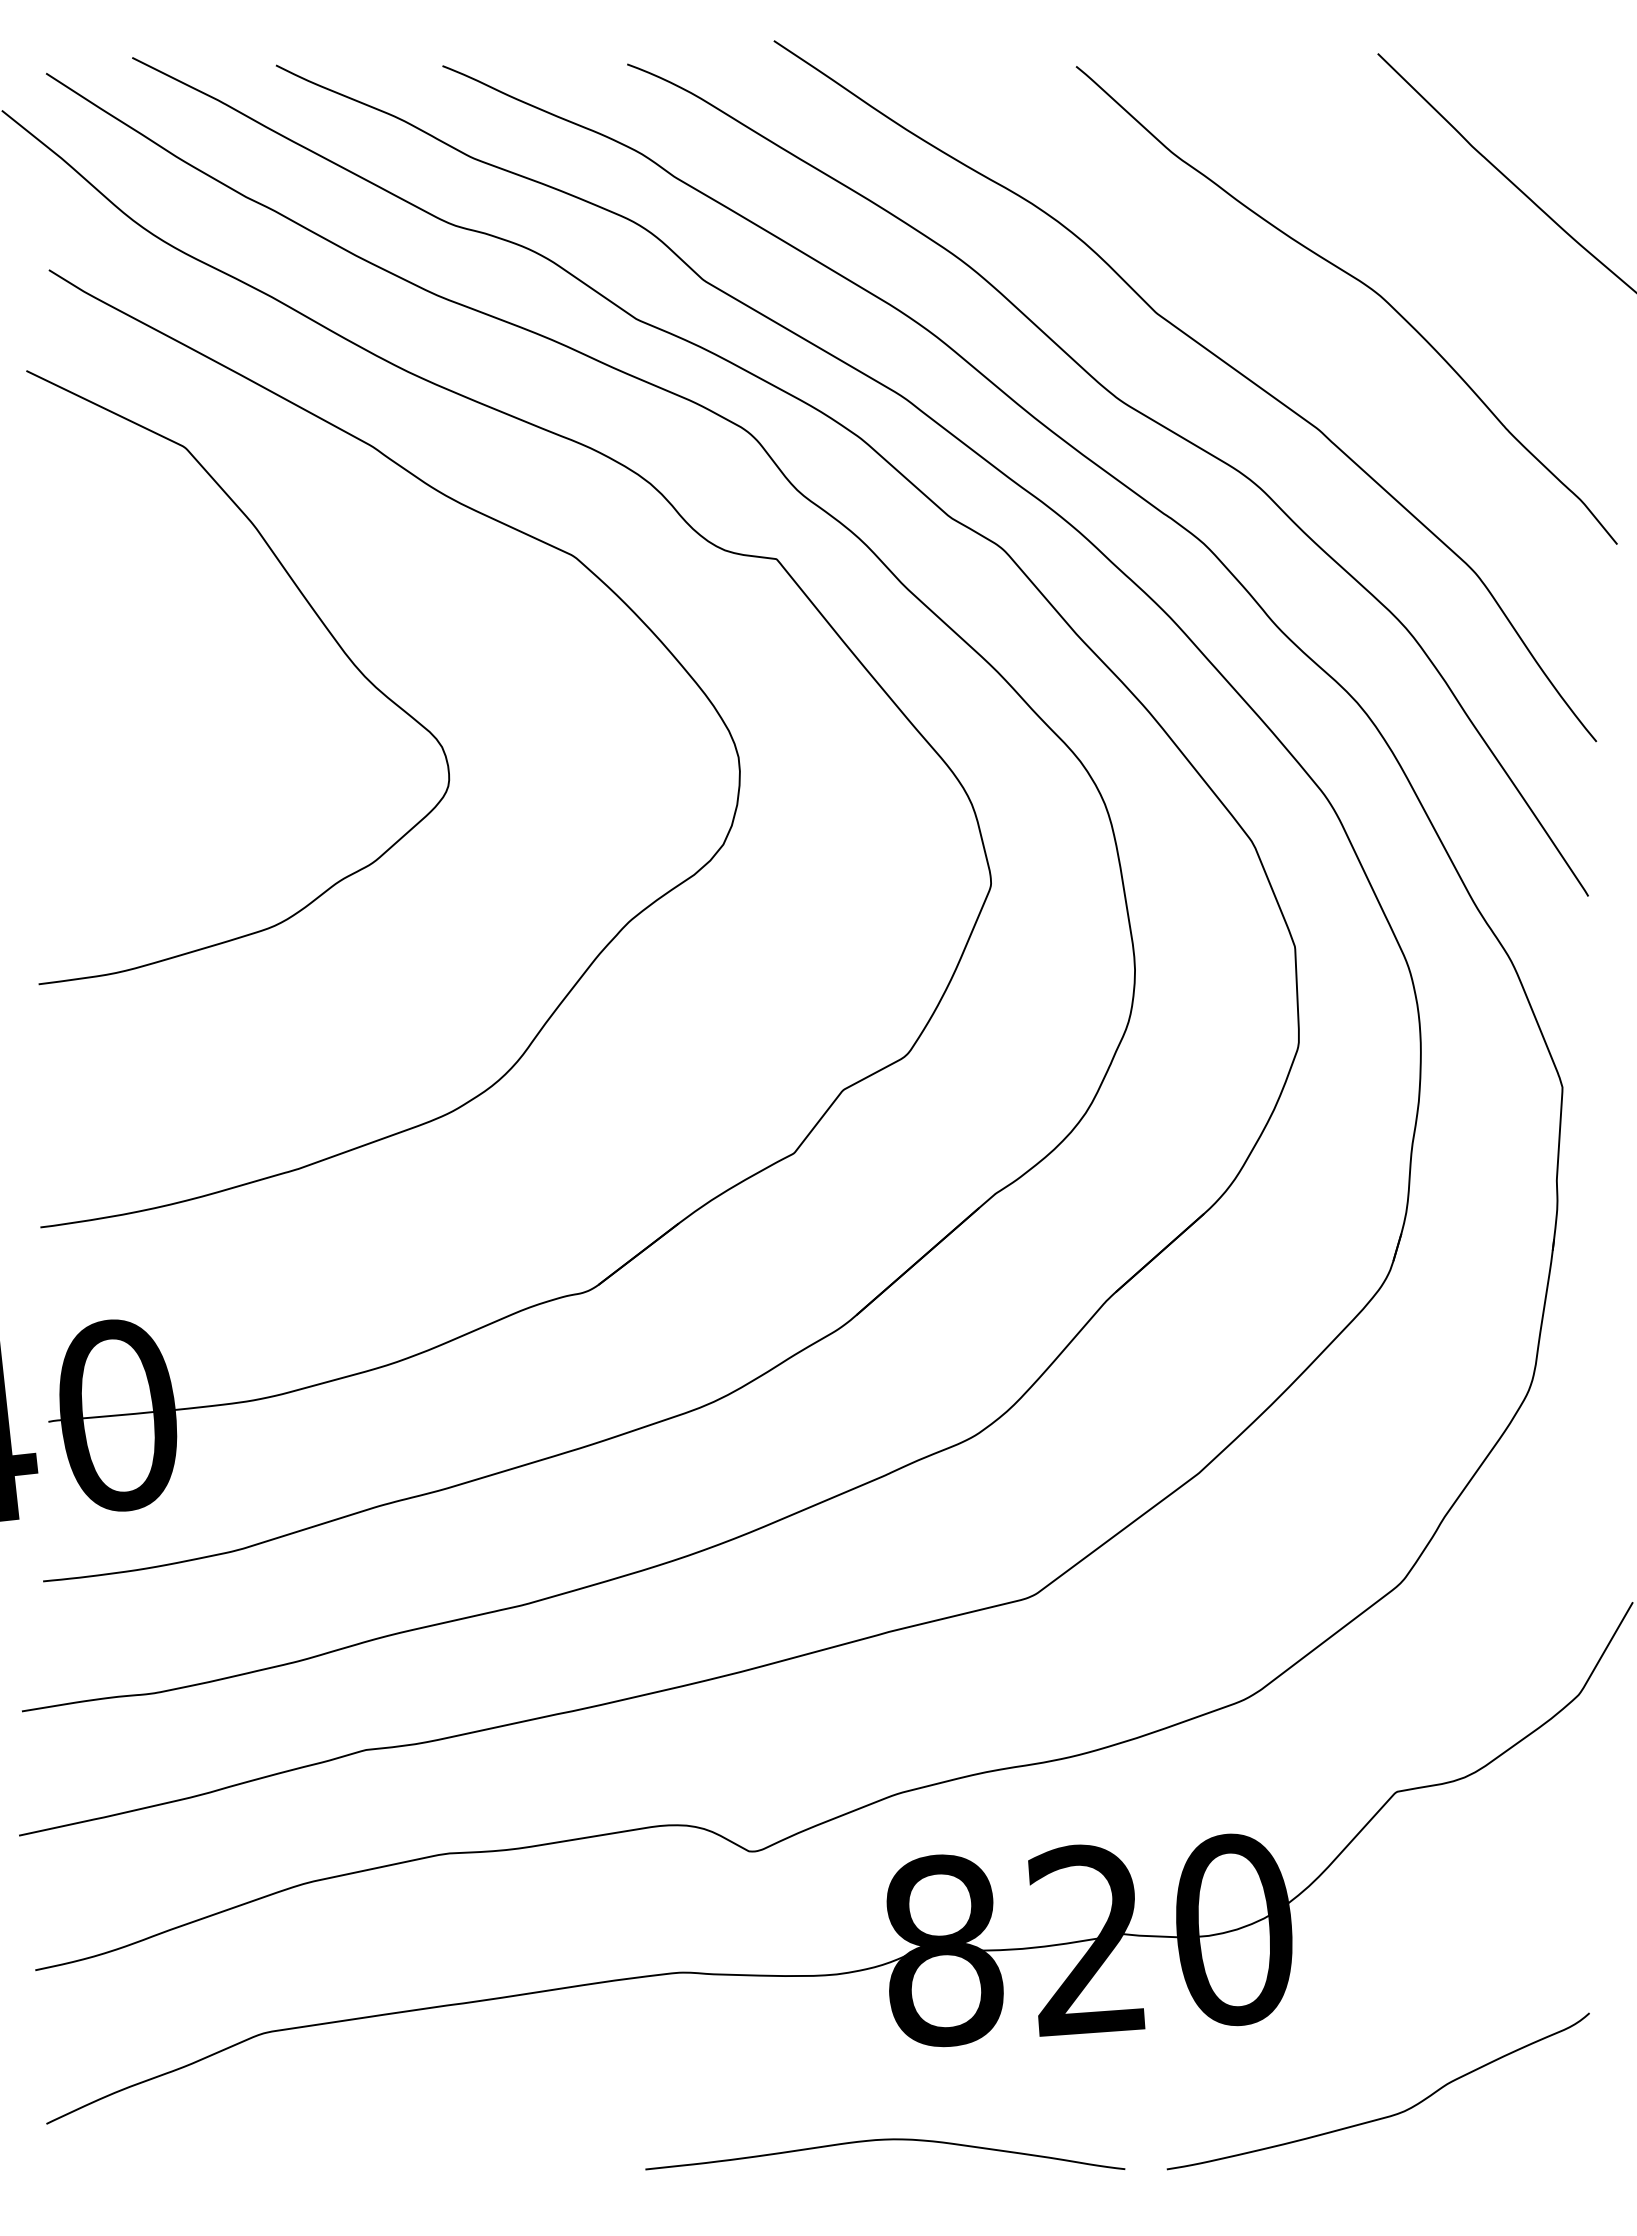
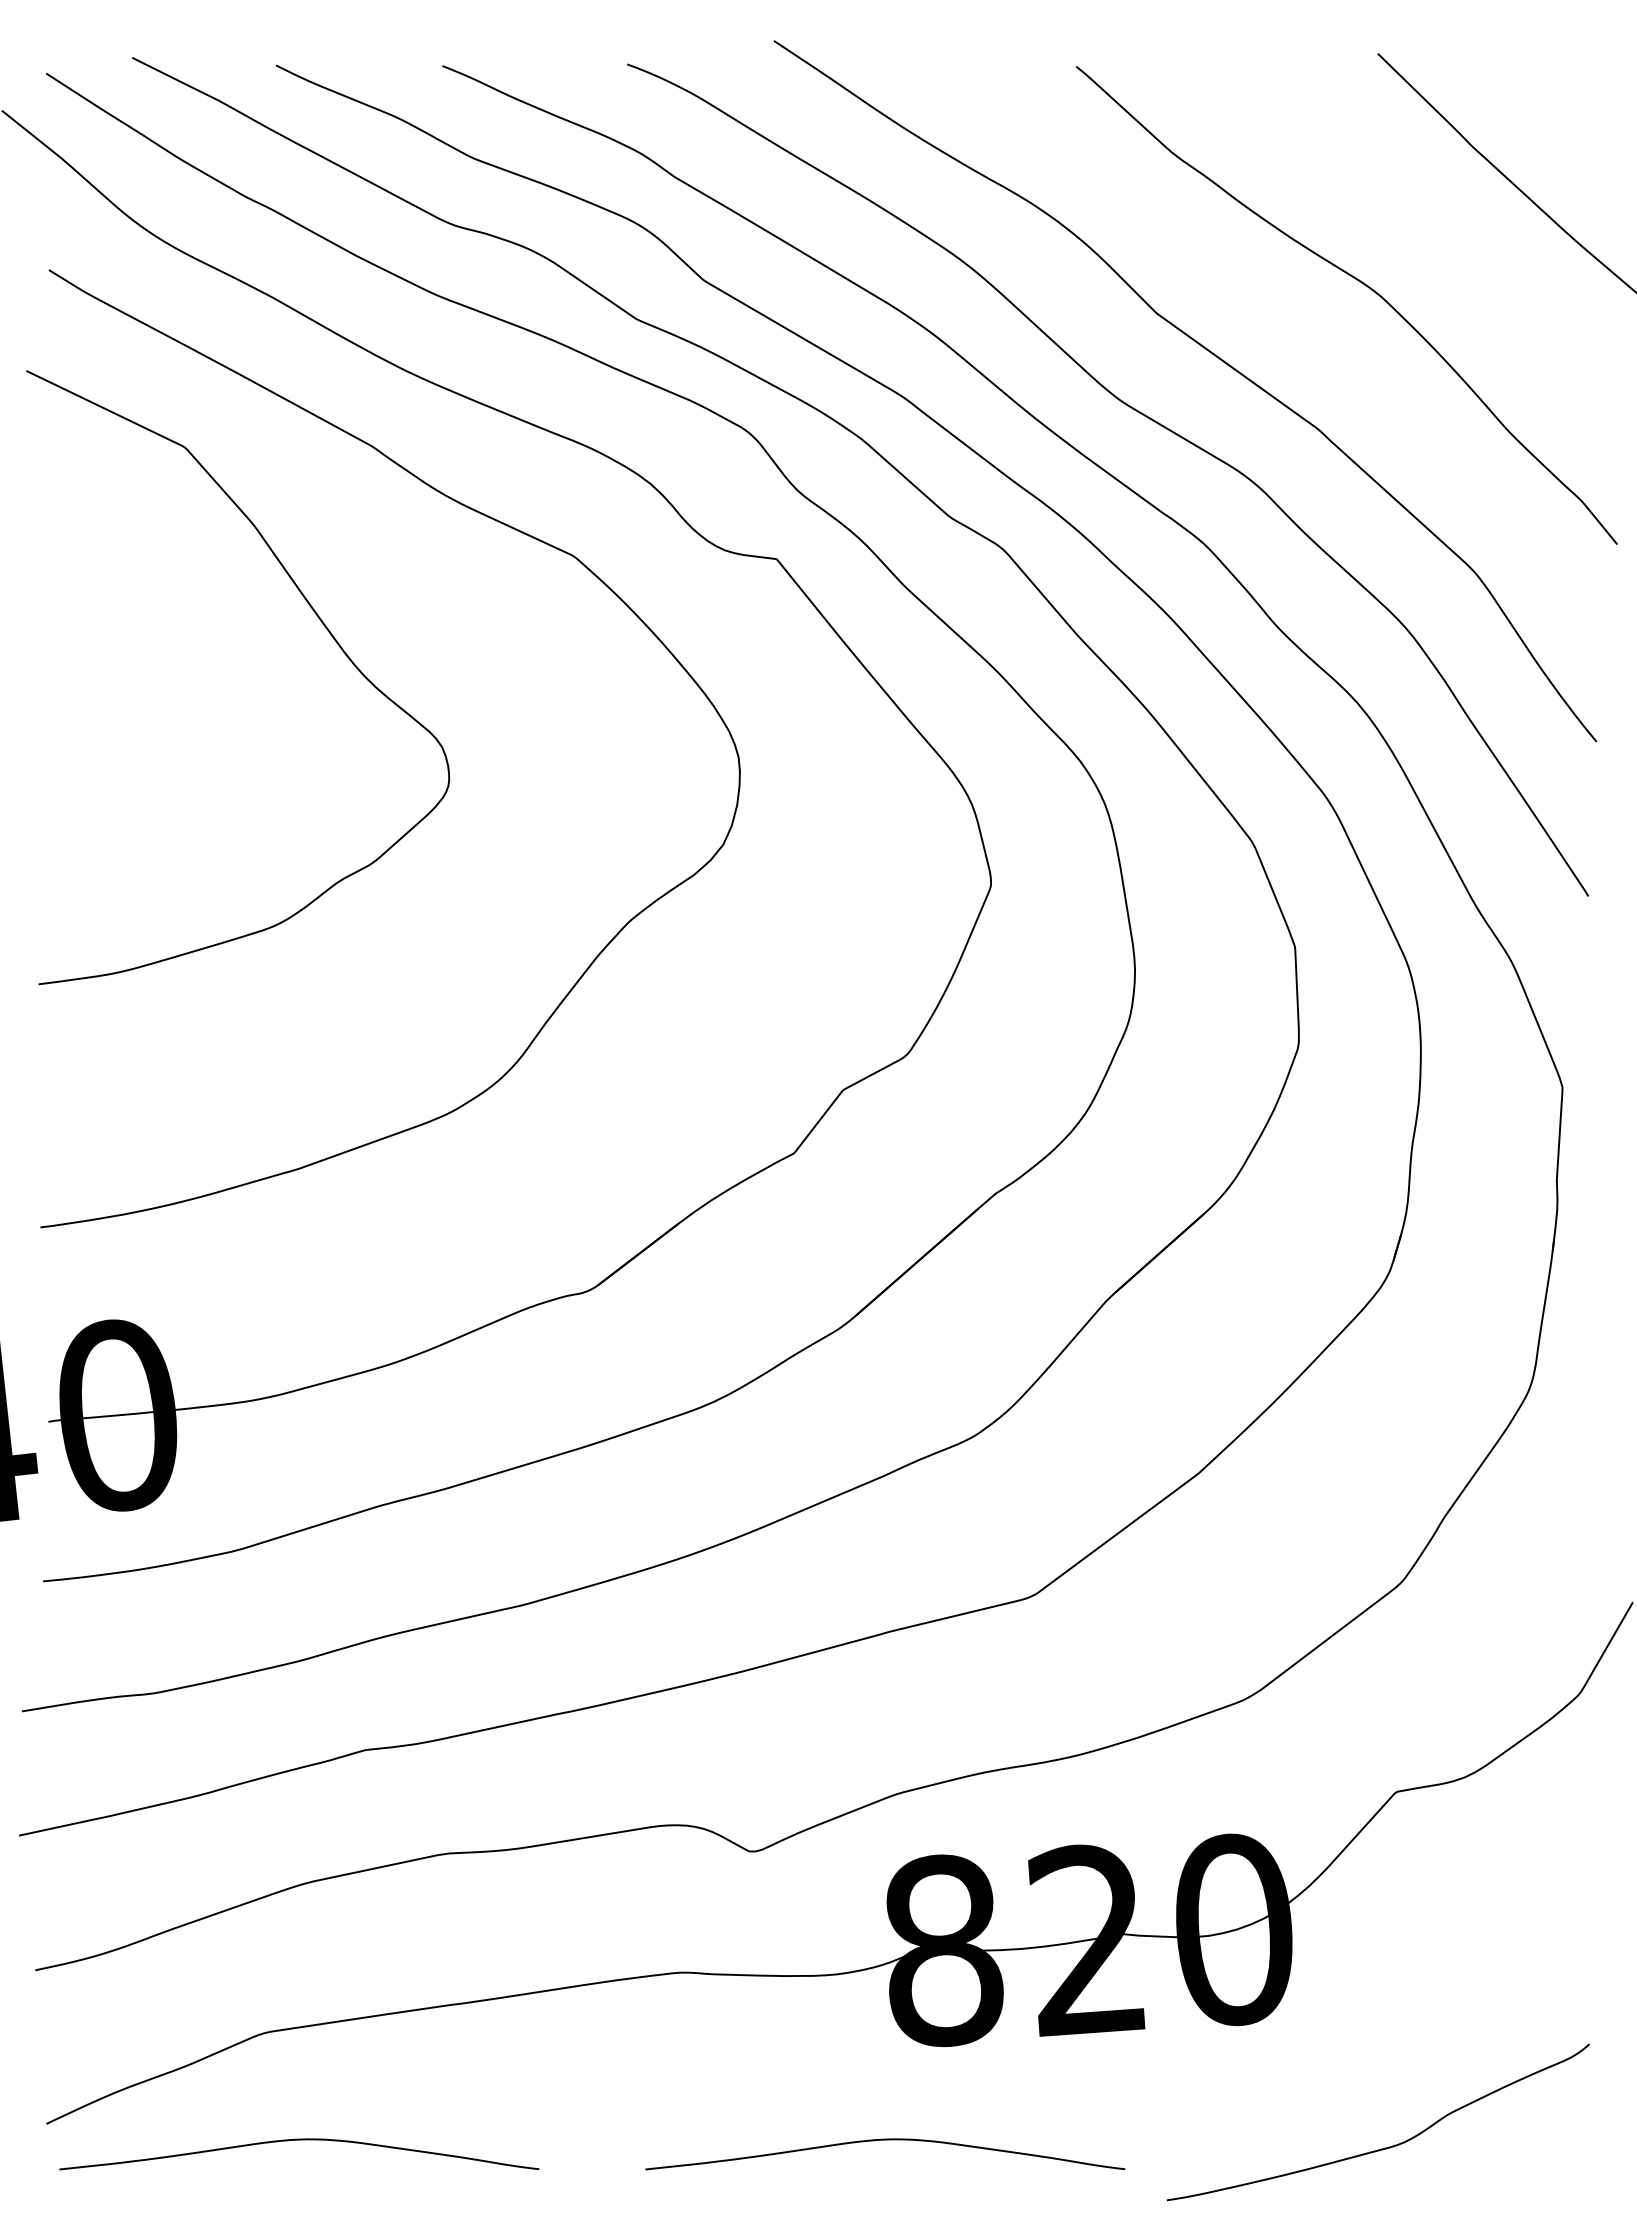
curve at (1384, 2116) position: (1384, 2116) -> (1384, 2147)
curve at (299, 2140): none -> present
